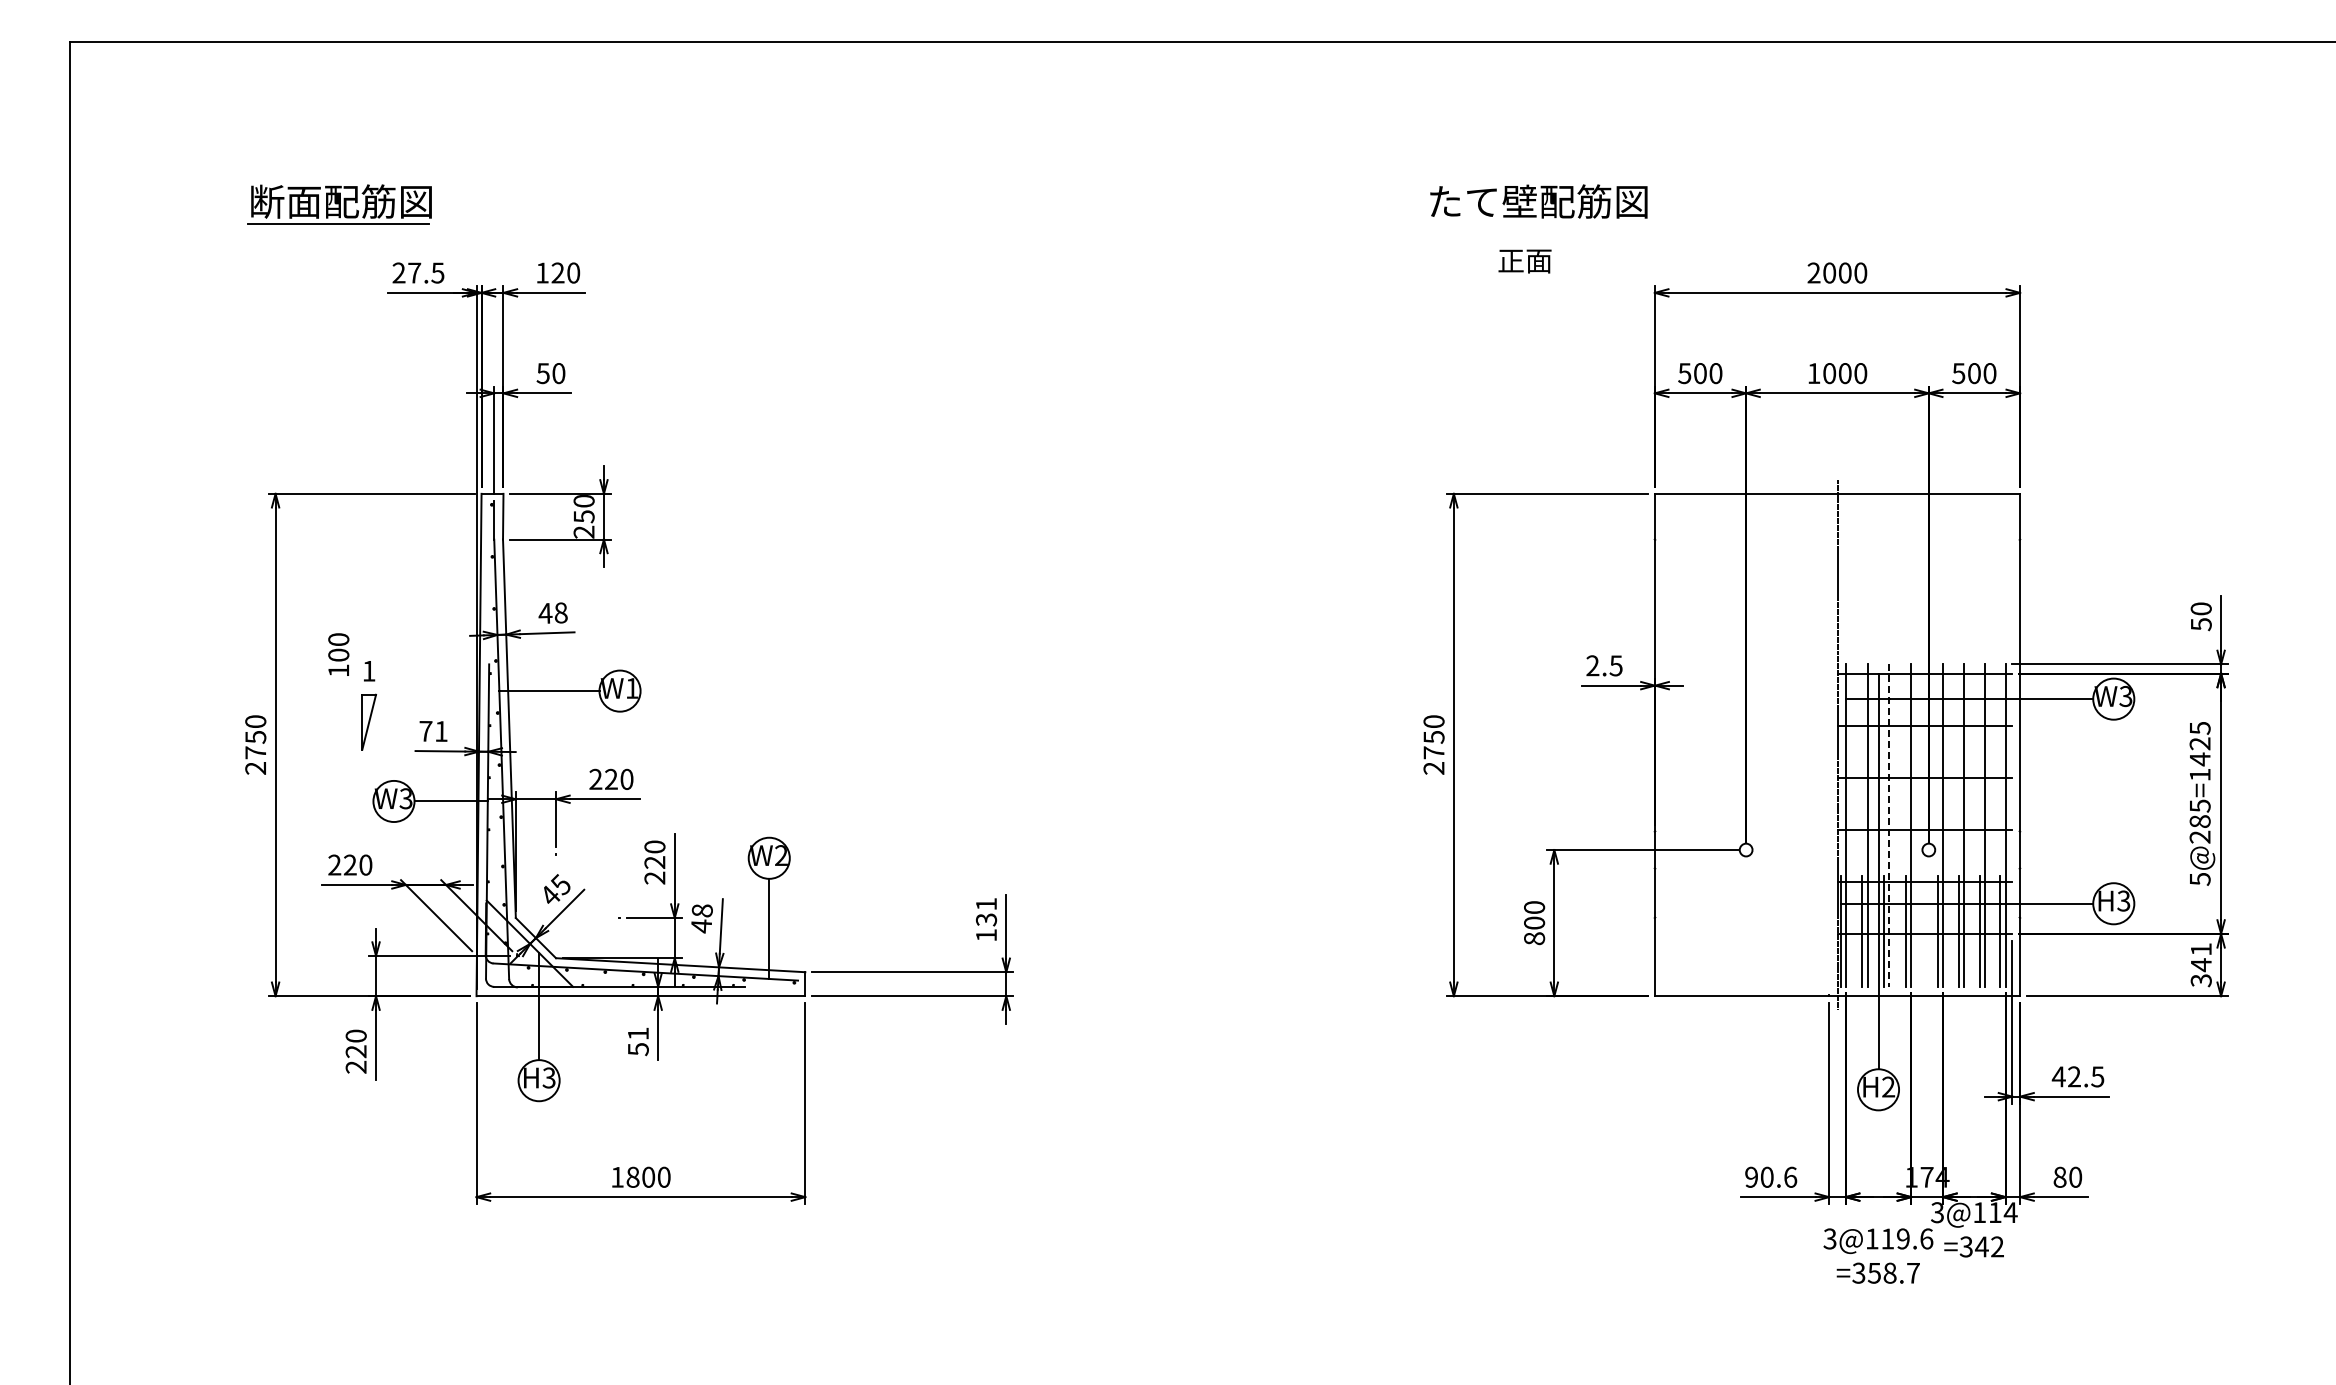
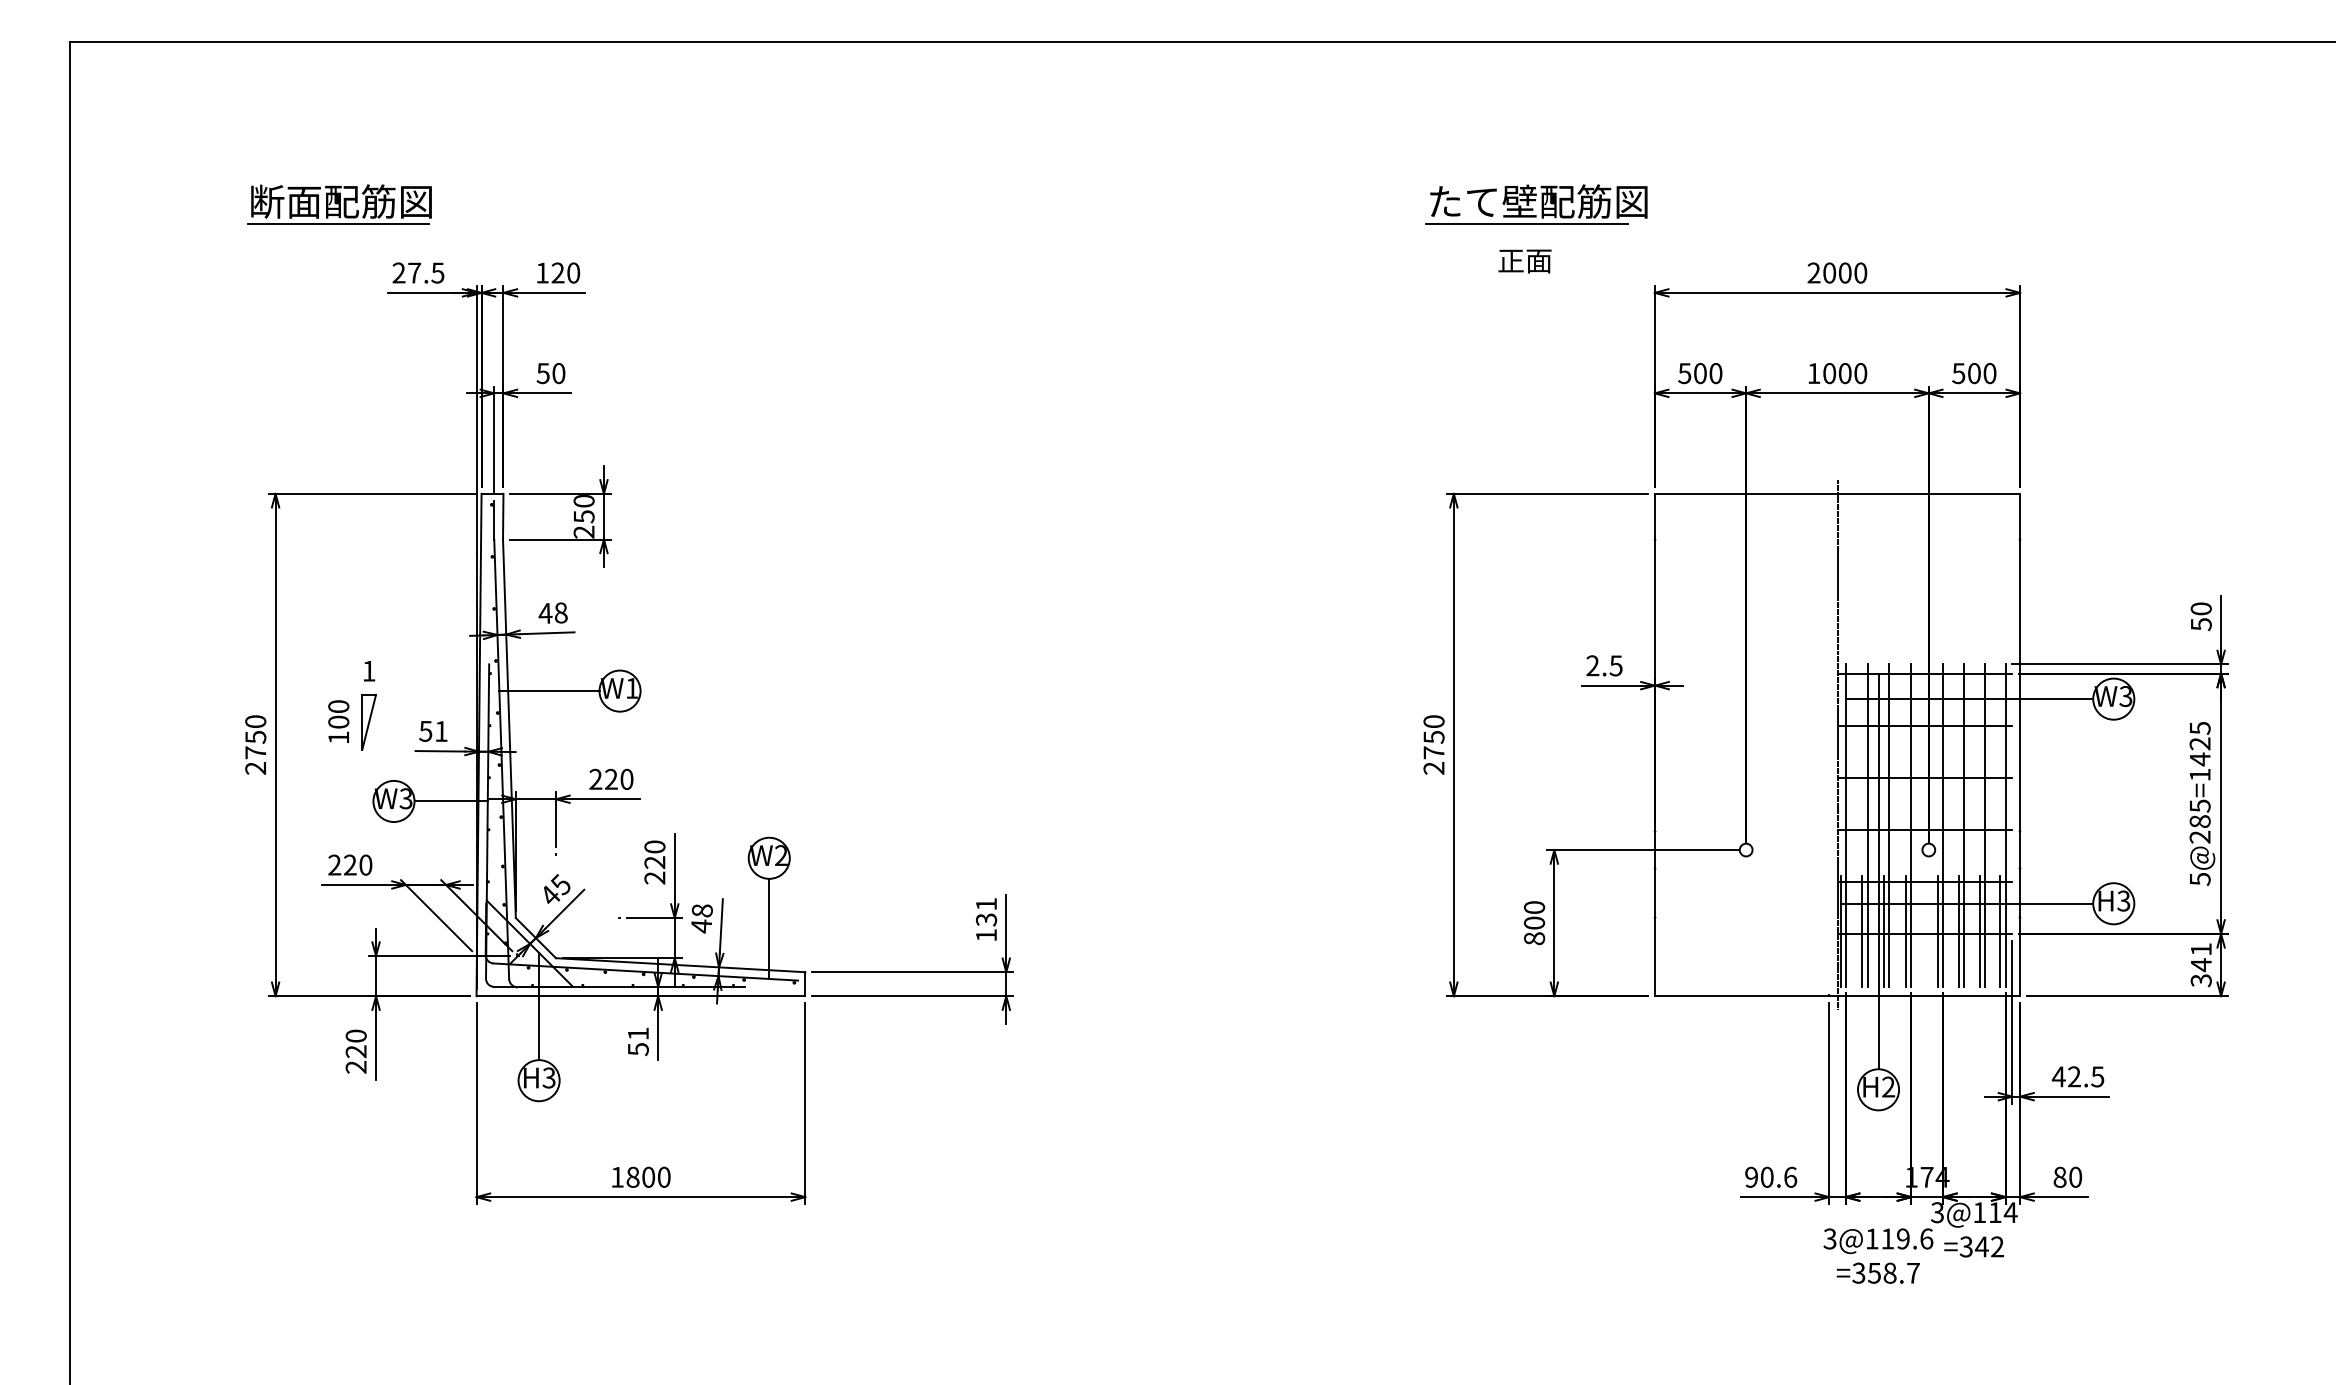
line at (1527, 224): none -> present
text at (338, 654) position: (338, 654) -> (338, 721)
text at (425, 731): 71 -> 51
line at (1889, 825): dashed -> solid
